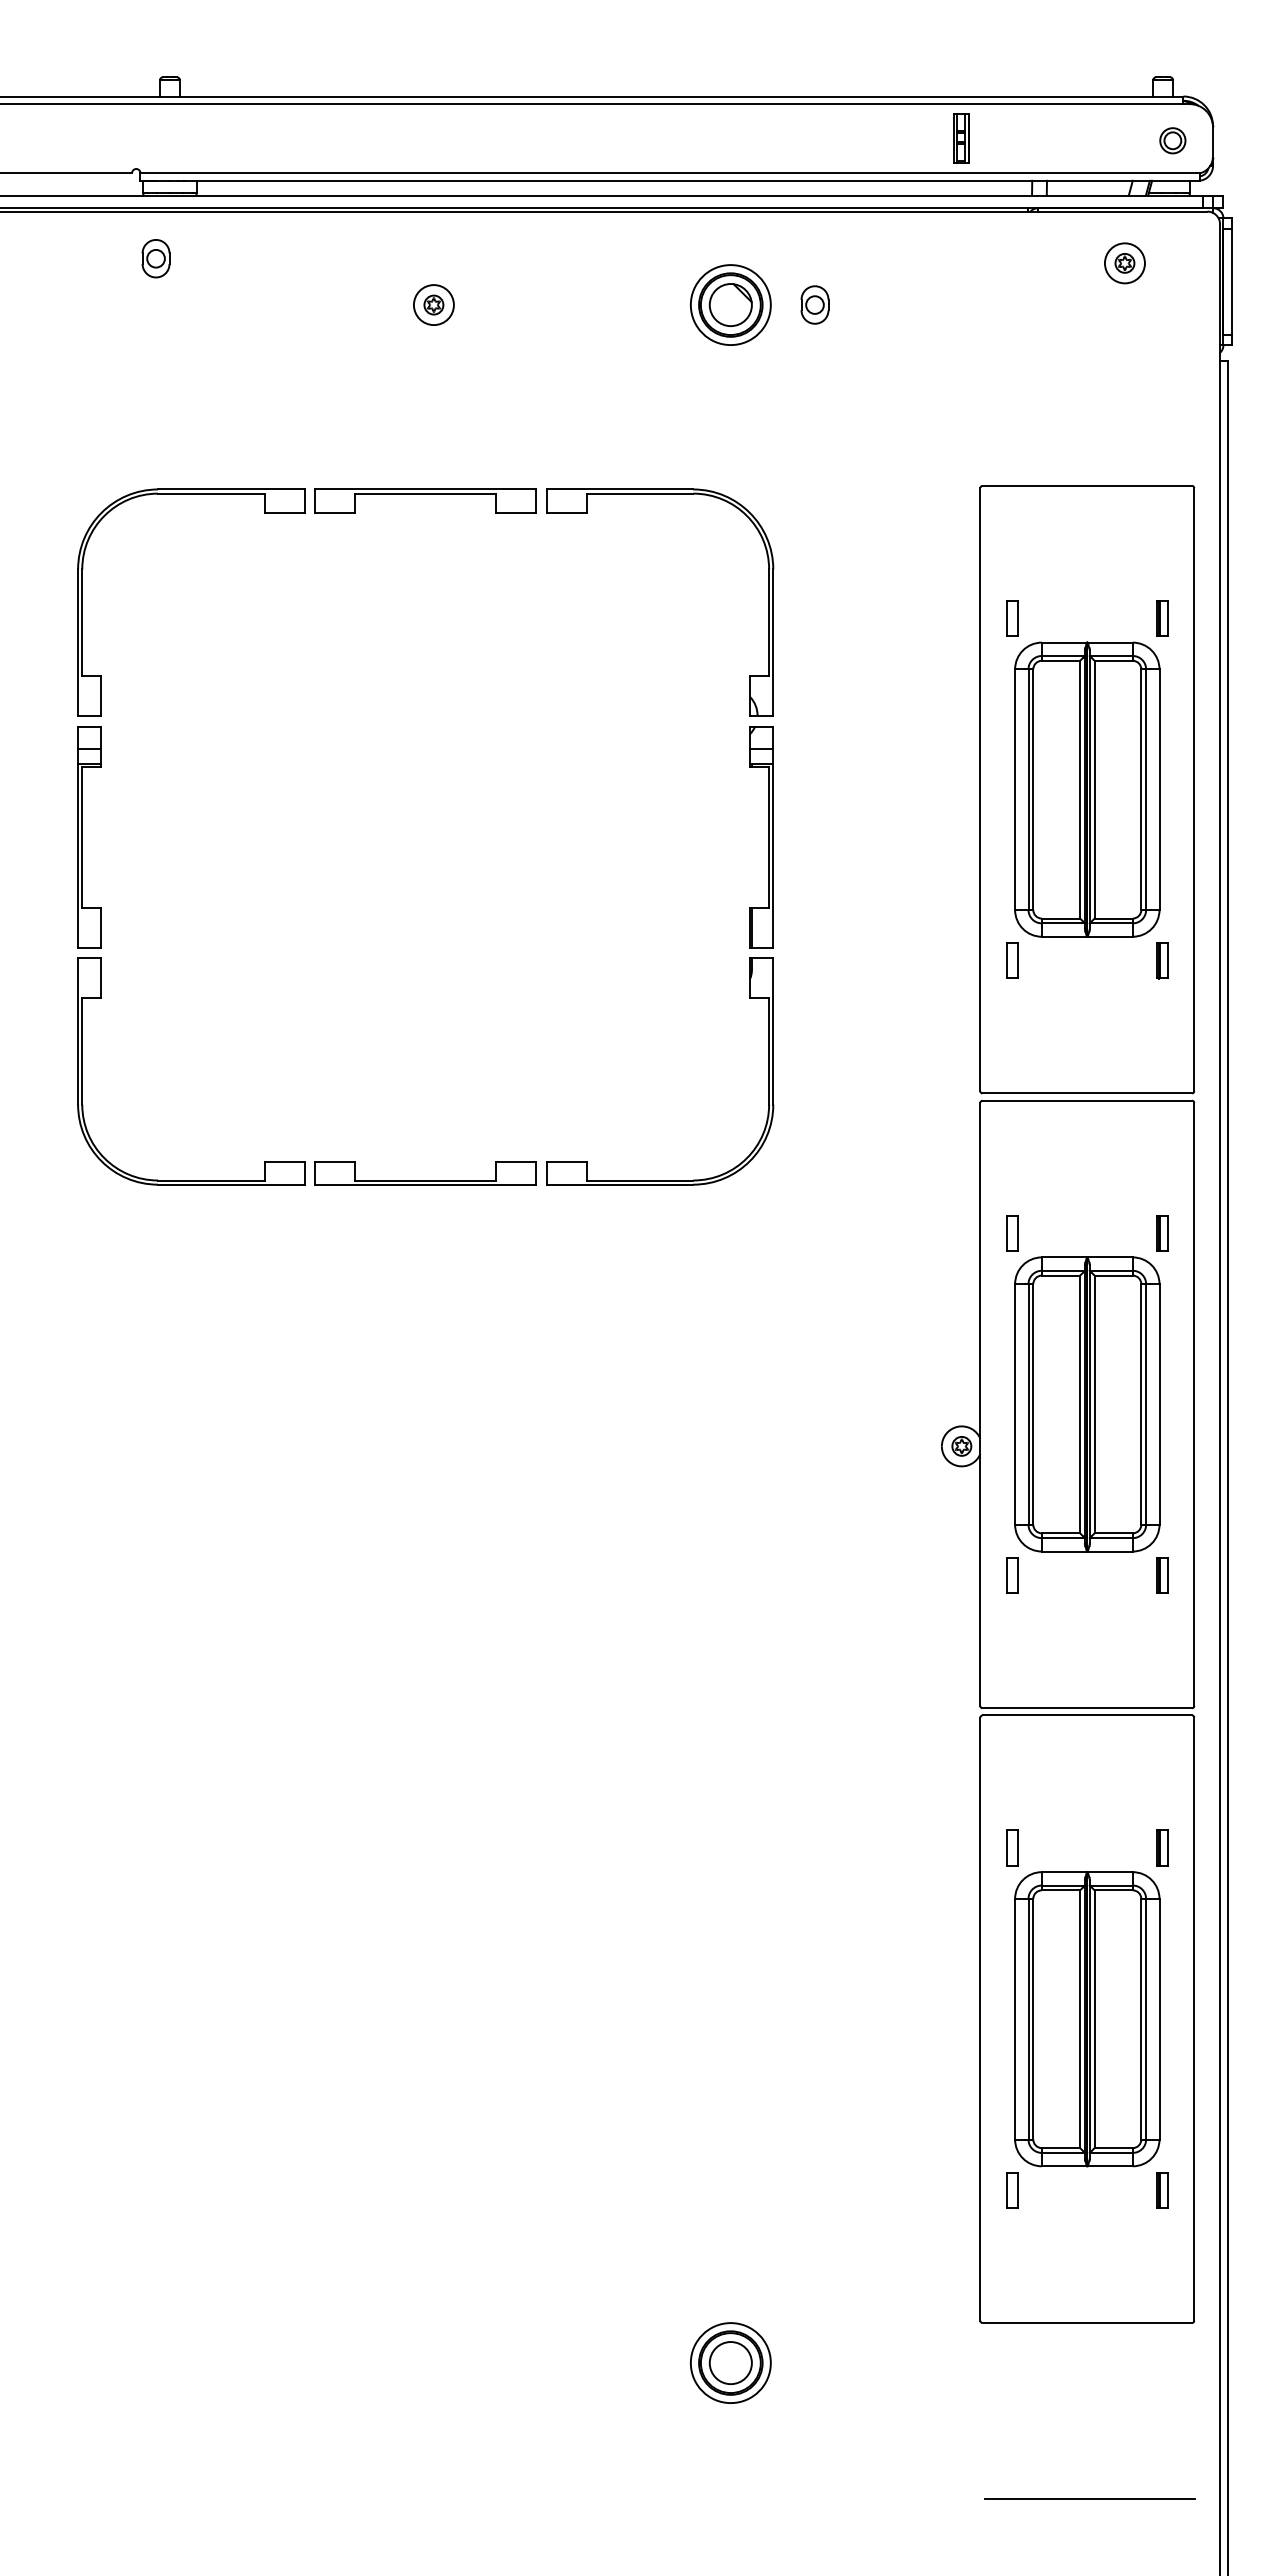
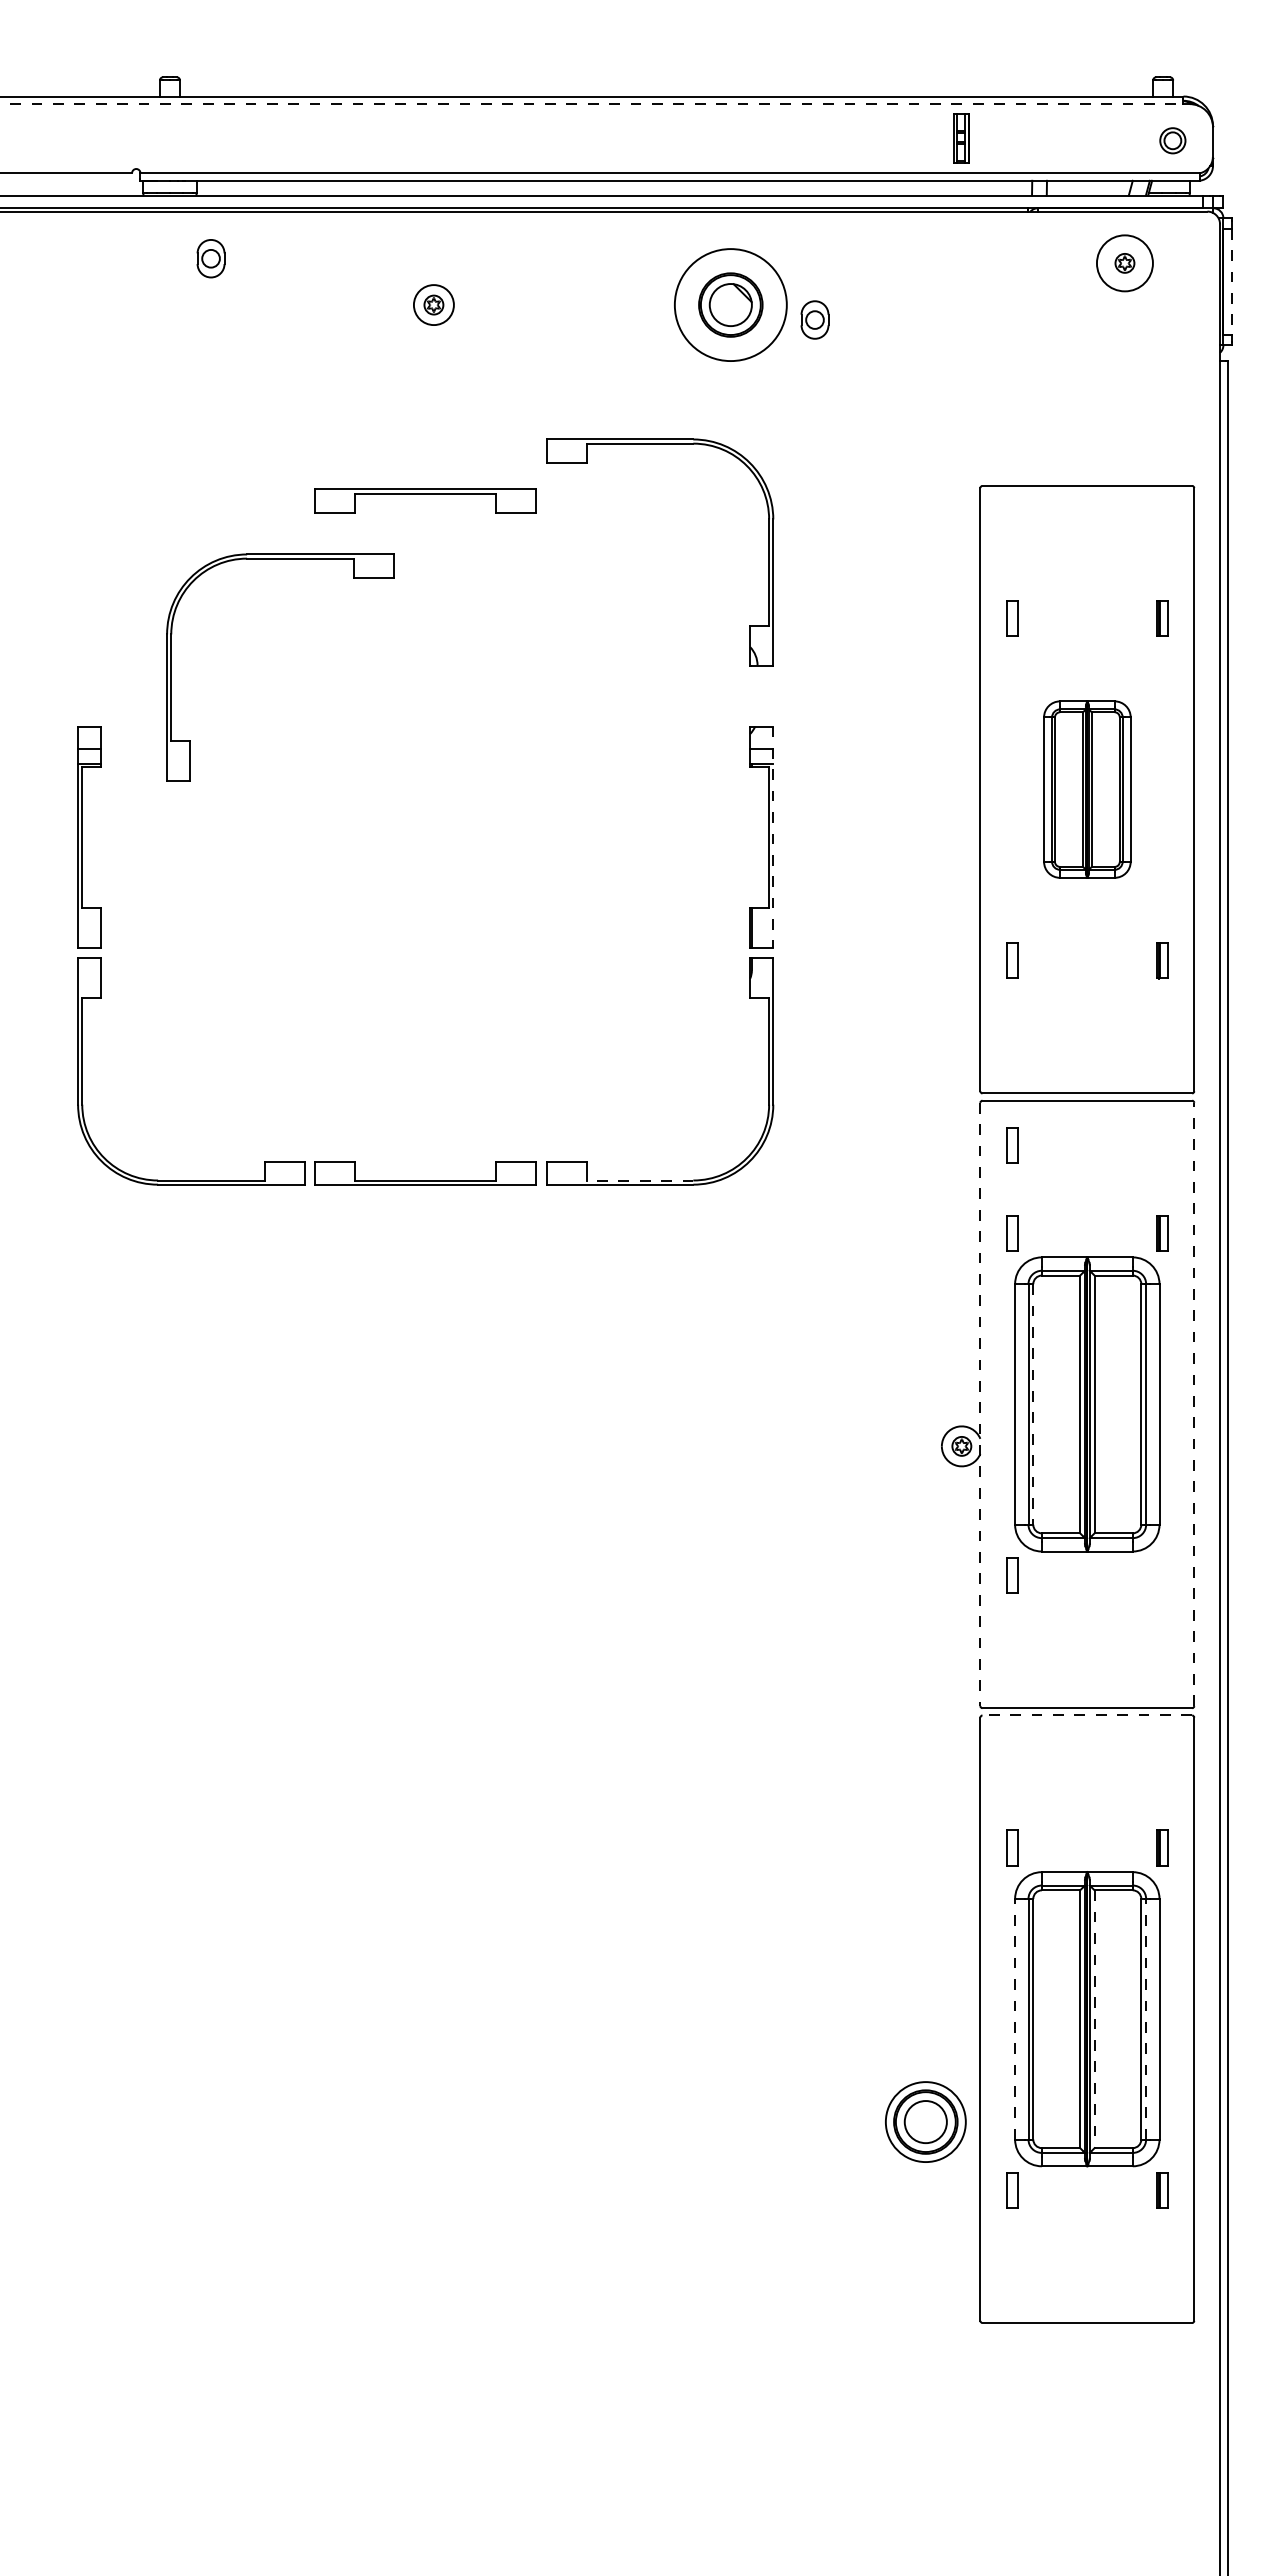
line at (592, 104): solid -> dashed
part at (155, 258) position: (155, 258) -> (210, 258)
circle at (1124, 263) diameter: 40 px -> 56 px
line at (1231, 281): solid -> dashed
part at (814, 304) position: (814, 304) -> (814, 319)
circle at (730, 305) diameter: 80 px -> 112 px
part at (191, 494) position: (191, 494) -> (280, 559)
part at (660, 494) position: (660, 494) -> (660, 444)
part at (1087, 789) size: 147x297 px -> 89x179 px
line at (773, 837): solid -> dashed
part at (1012, 1145): none -> present
line at (639, 1180): solid -> dashed
line at (980, 1404): solid -> dashed
line at (1033, 1404): solid -> dashed
line at (1194, 1404): solid -> dashed
part at (1162, 1575): present -> none
line at (1087, 1715): solid -> dashed
line at (1015, 2018): solid -> dashed
line at (1146, 2018): solid -> dashed
line at (1094, 2019): solid -> dashed
part at (730, 2362) position: (730, 2362) -> (925, 2121)
line at (1089, 2498): present -> none
